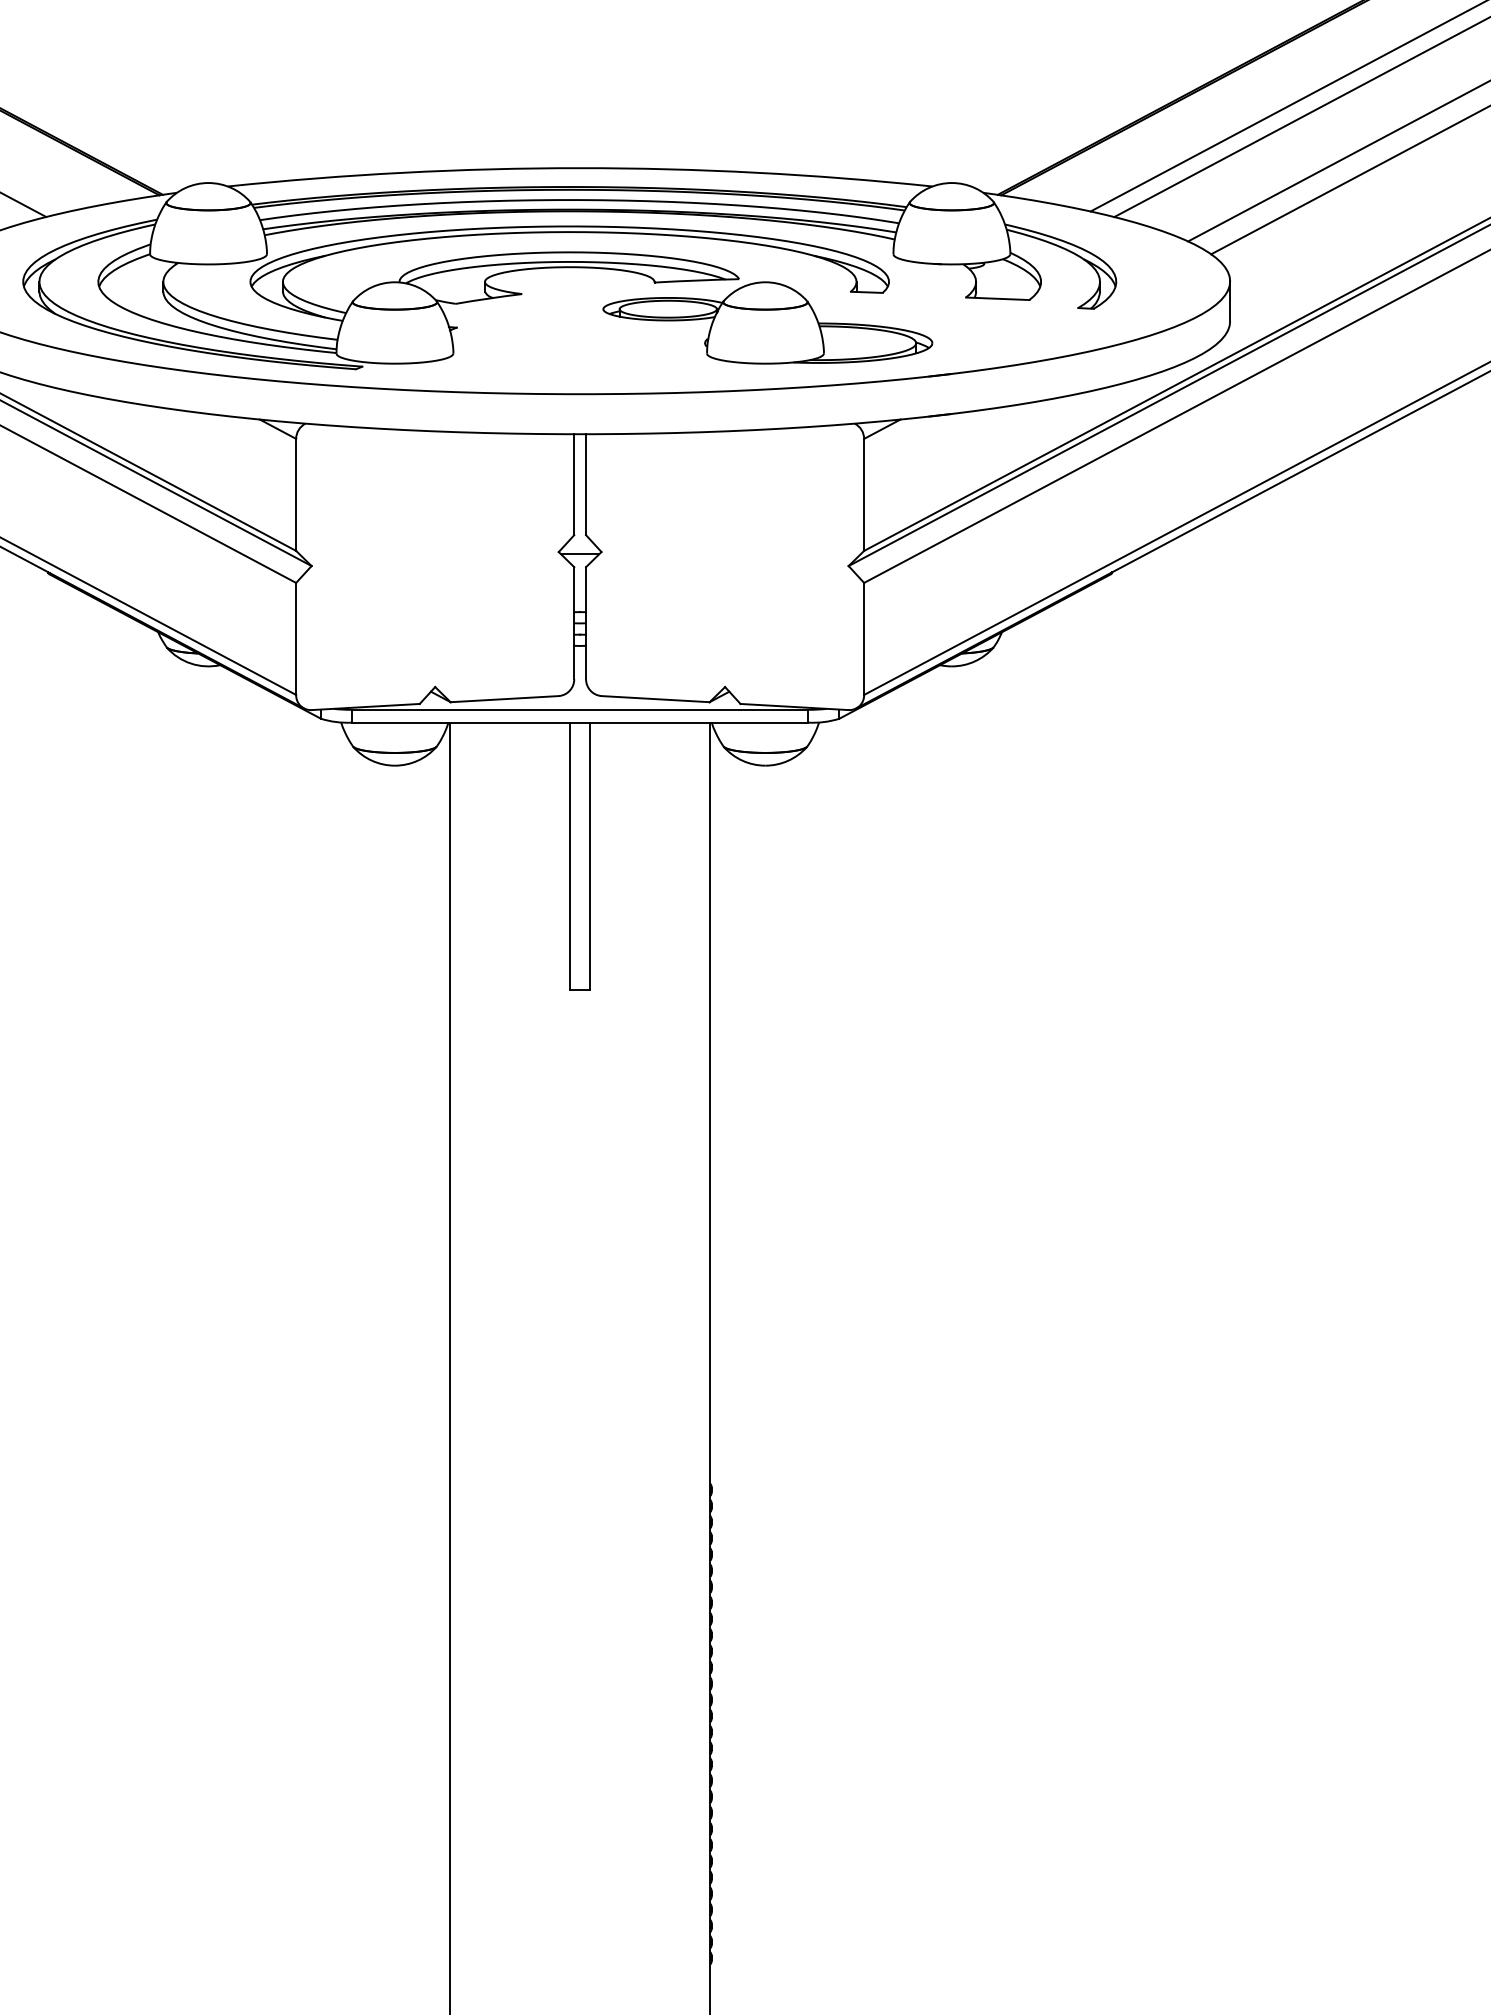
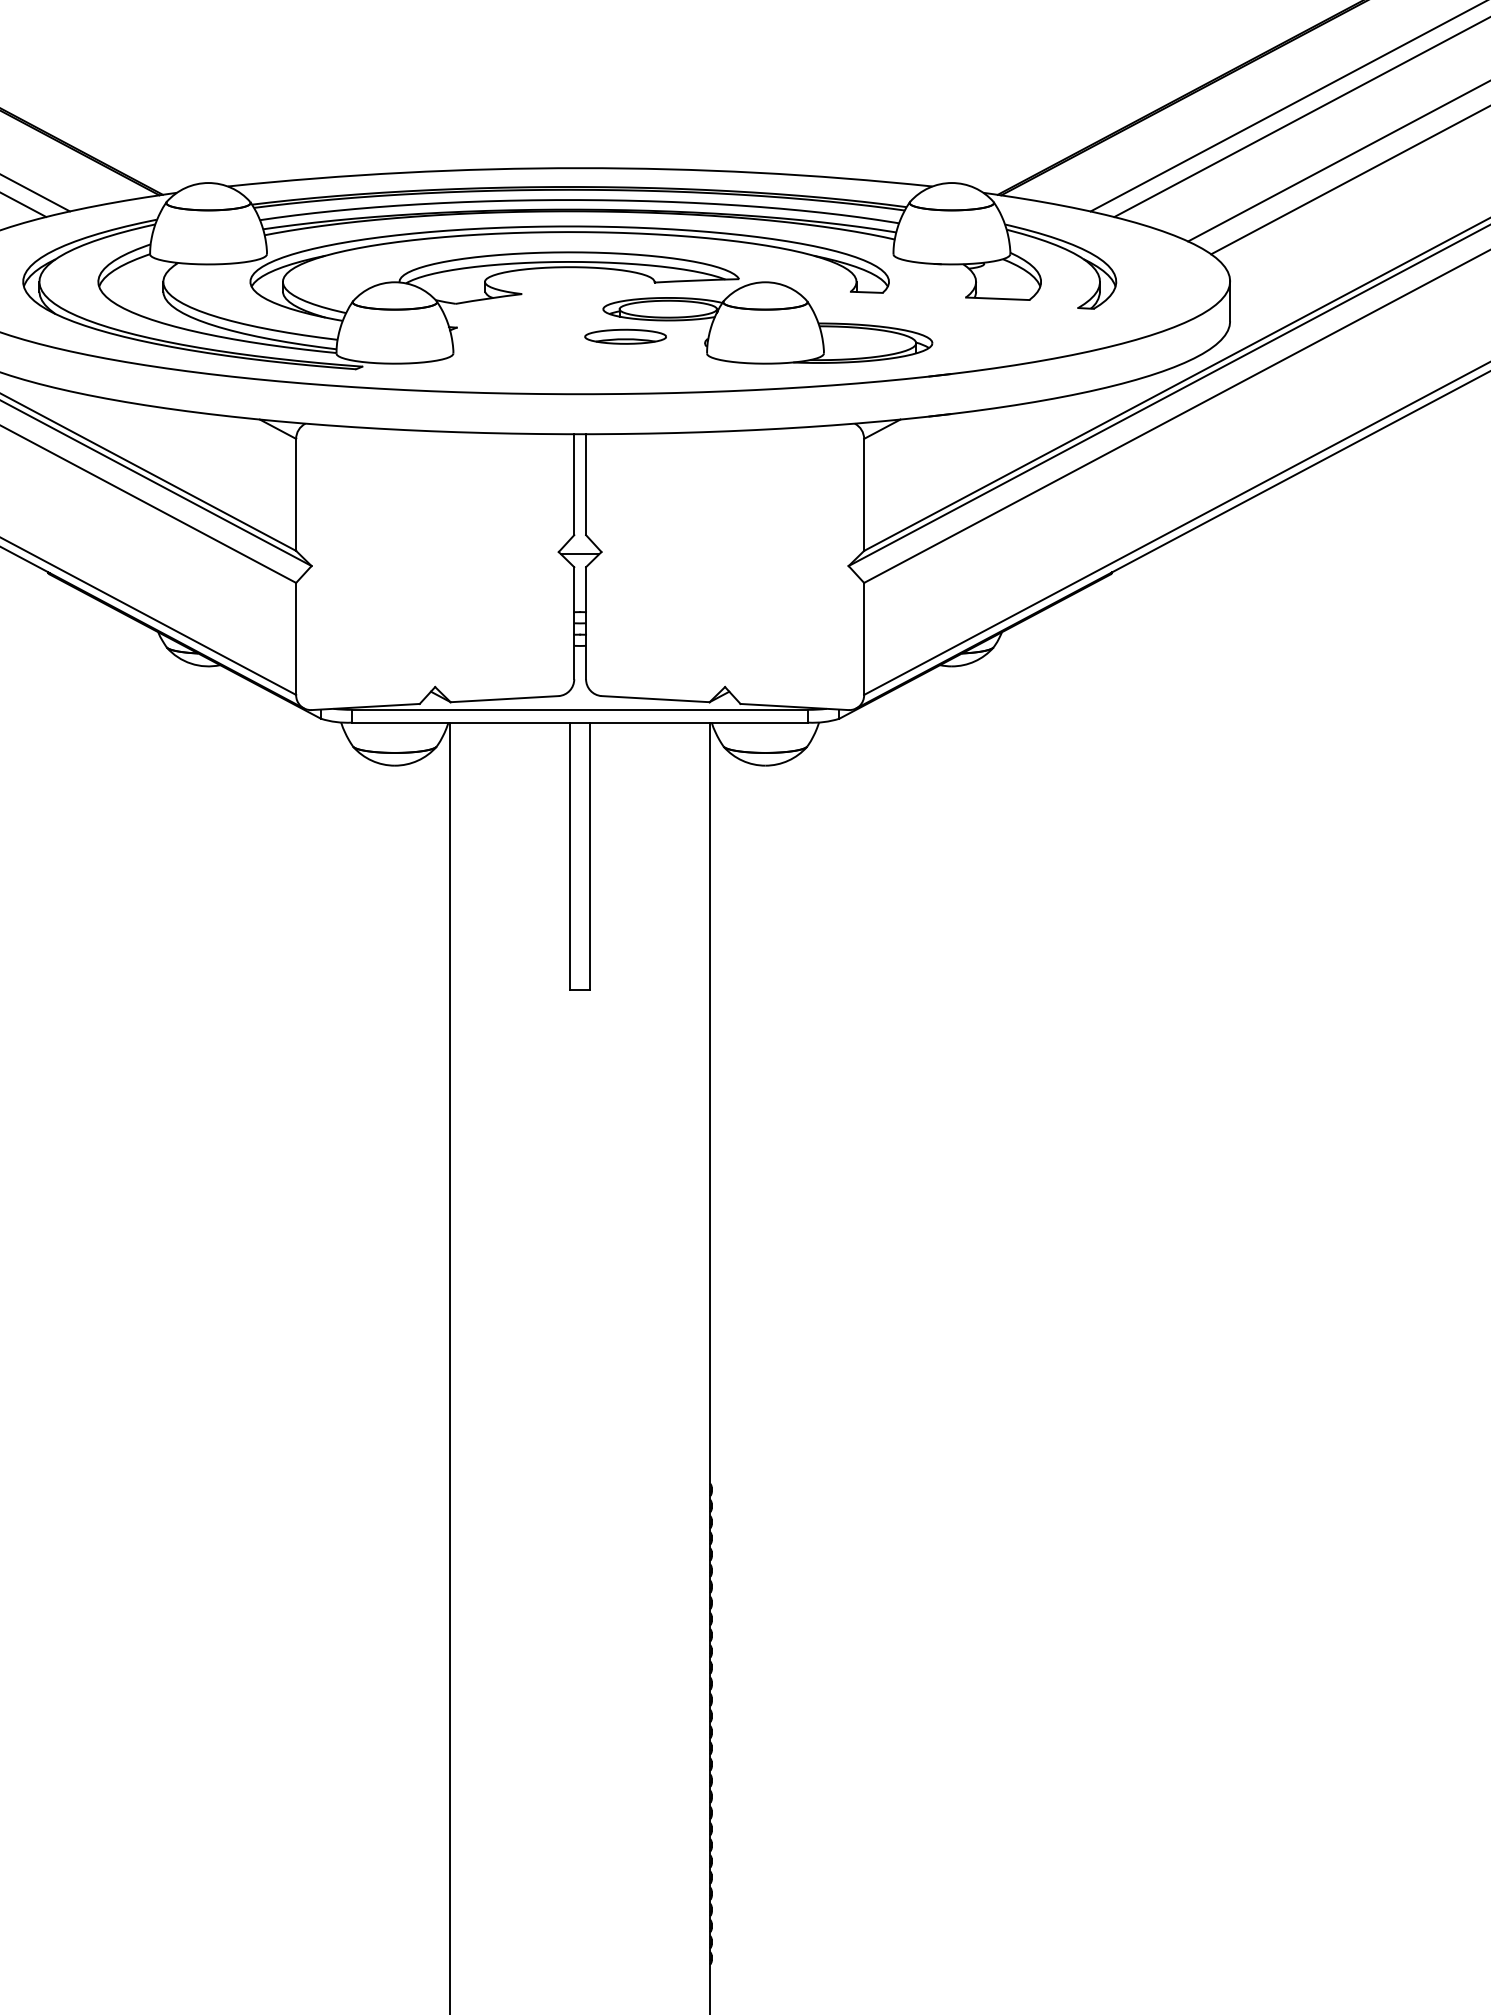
line at (35, 193): none -> present
part at (625, 336): none -> present
